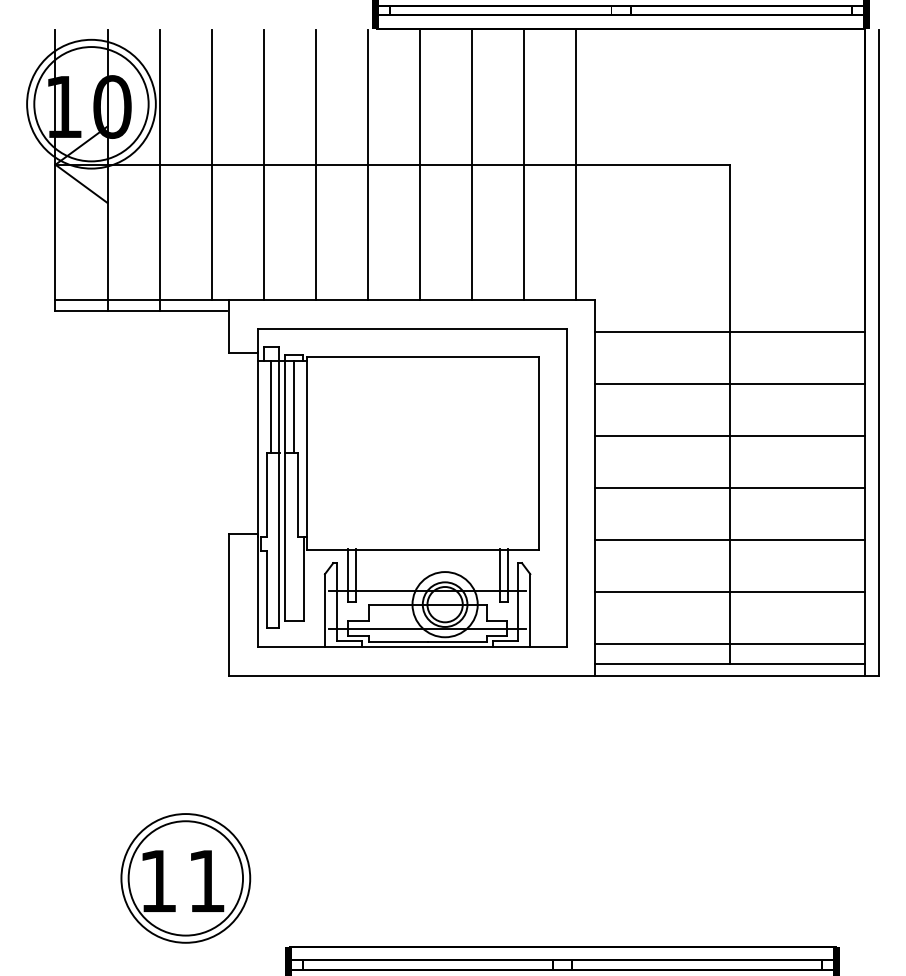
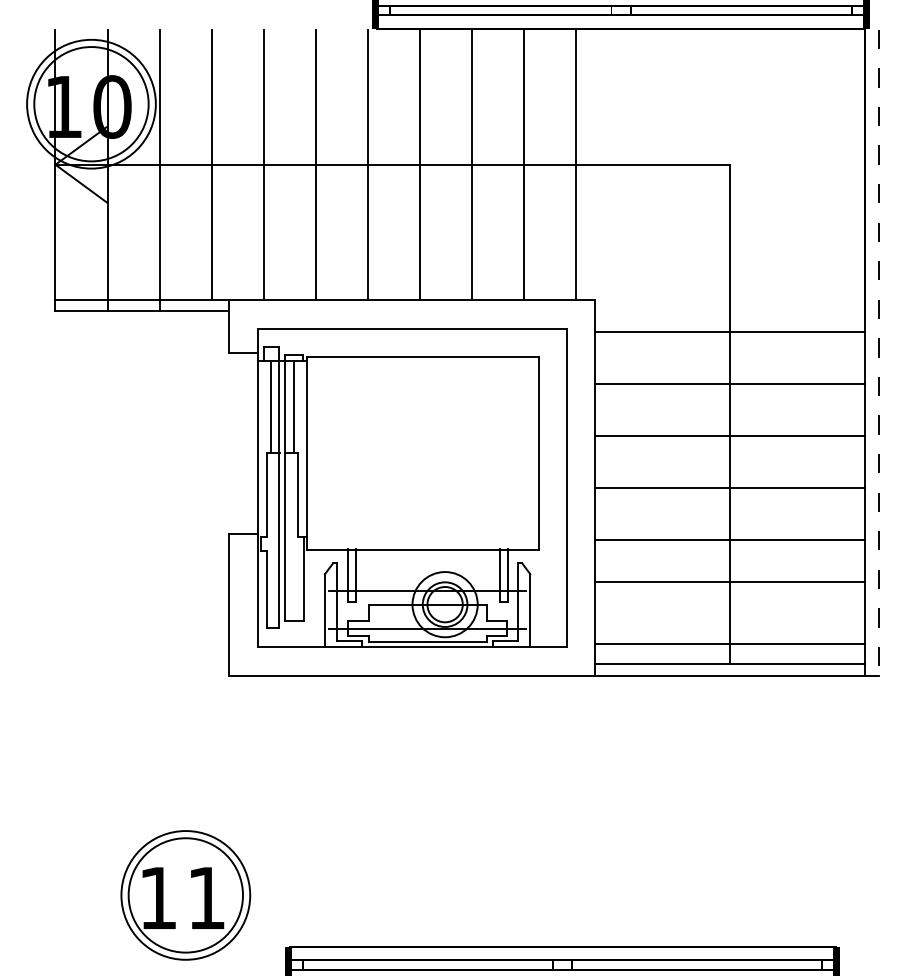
line at (878, 353): solid -> dashed
line at (730, 591) position: (730, 591) -> (730, 581)
part at (185, 878) position: (185, 878) -> (185, 895)
